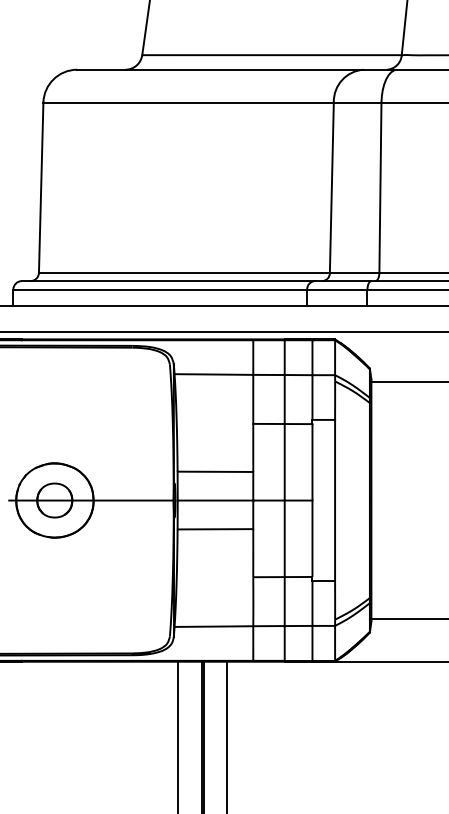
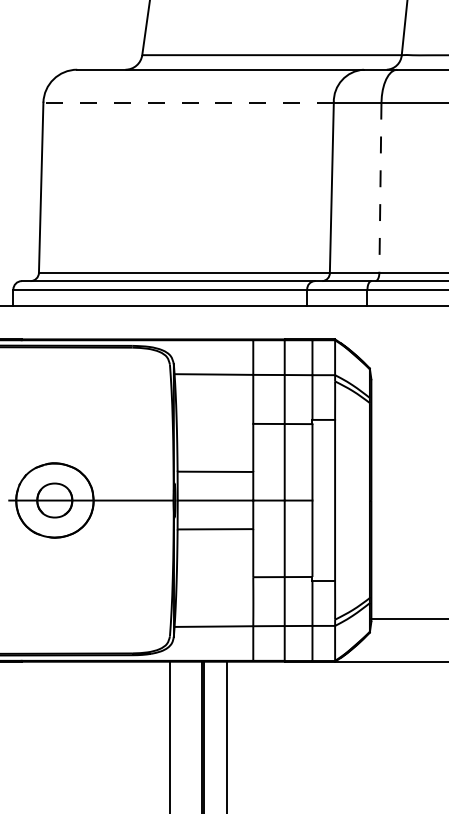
line at (188, 102): solid -> dashed
line at (380, 188): solid -> dashed
line at (223, 331): present -> none
line at (408, 382): present -> none
line at (177, 735) position: (177, 735) -> (169, 735)
